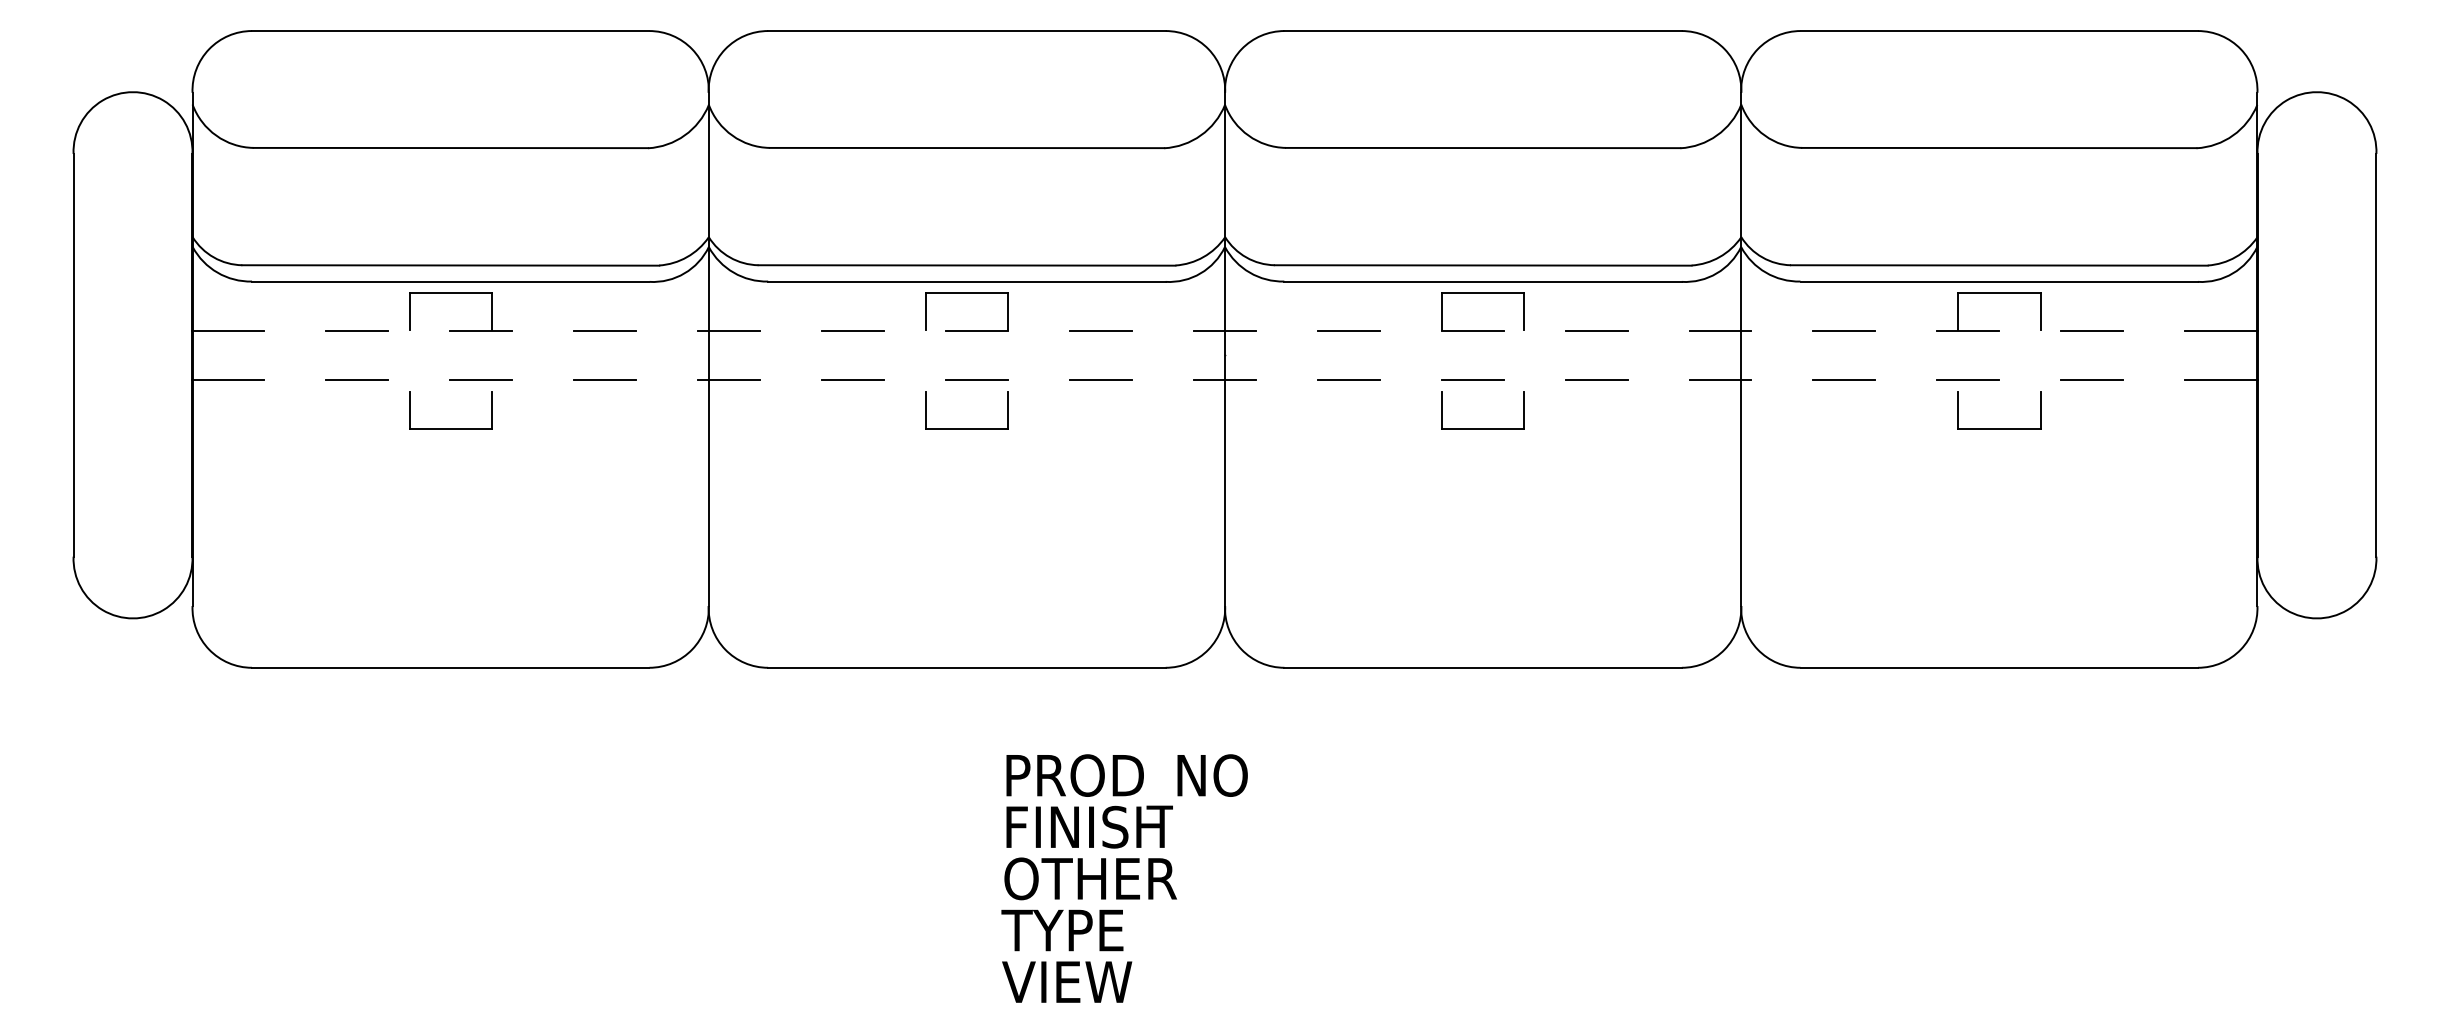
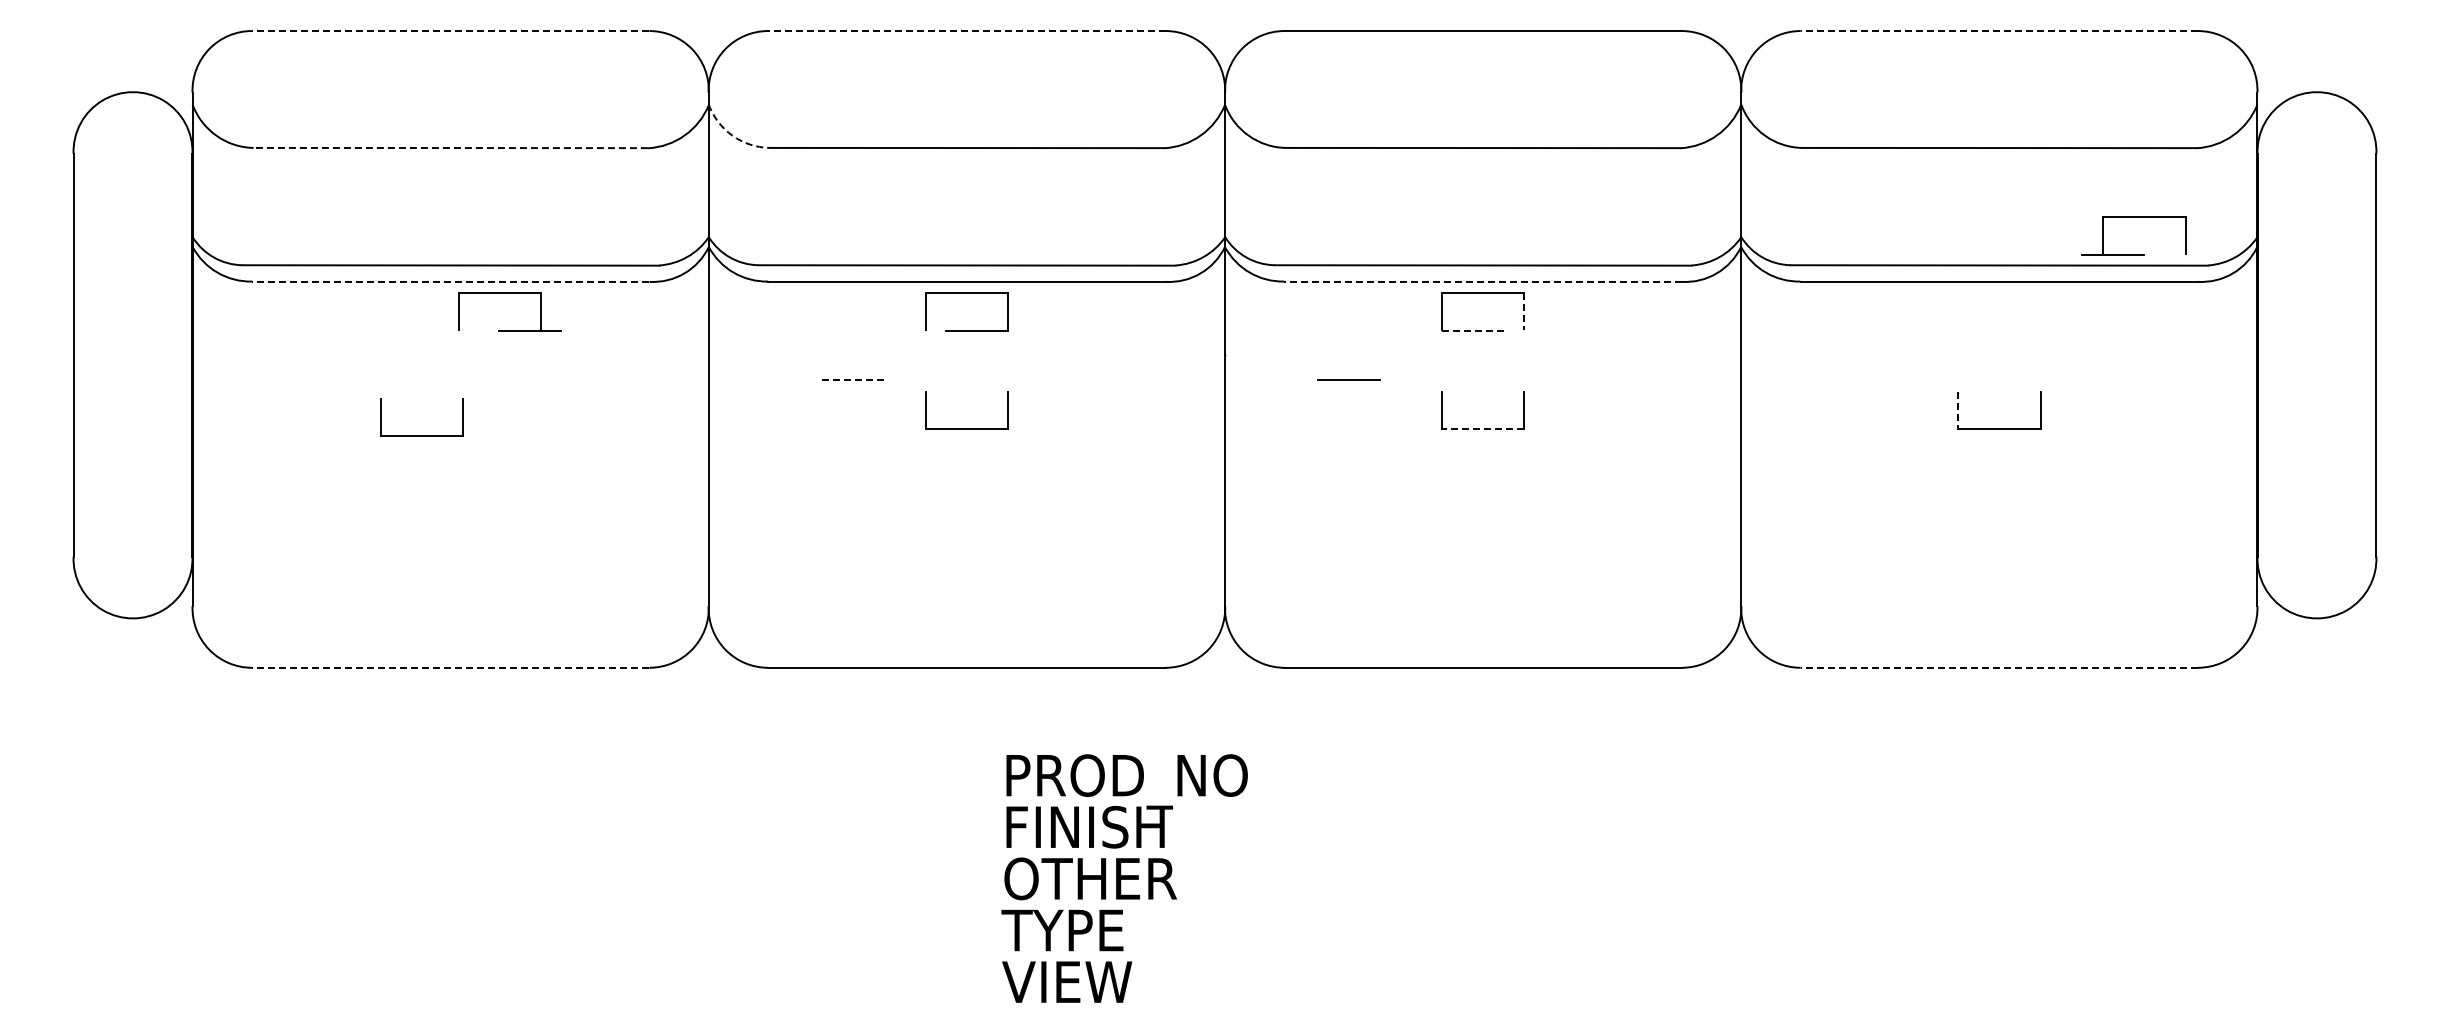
line at (450, 31): solid -> dashed
line at (966, 31): solid -> dashed
line at (1999, 31): solid -> dashed
arc at (732, 135): solid -> dashed
line at (450, 148): solid -> dashed
line at (450, 281): solid -> dashed
line at (1483, 281): solid -> dashed
part at (460, 293) position: (460, 293) -> (509, 293)
part at (1988, 293) position: (1988, 293) -> (2133, 217)
line at (1524, 311): solid -> dashed
line at (228, 330): present -> none
line at (357, 330): present -> none
line at (605, 330): present -> none
line at (729, 330): present -> none
line at (853, 330): present -> none
line at (1100, 330): present -> none
line at (1224, 330): present -> none
line at (1348, 330): present -> none
line at (1472, 330): solid -> dashed
line at (1596, 330): present -> none
line at (1720, 330): present -> none
line at (1844, 330): present -> none
line at (2092, 330): present -> none
line at (2221, 330): present -> none
line at (228, 379): present -> none
line at (357, 379): present -> none
line at (481, 379): present -> none
line at (605, 379): present -> none
line at (729, 379): present -> none
line at (853, 379): solid -> dashed
line at (976, 379): present -> none
line at (1100, 379): present -> none
line at (1224, 379): present -> none
line at (1472, 379): present -> none
line at (1596, 379): present -> none
line at (1720, 379): present -> none
line at (1844, 379): present -> none
line at (1968, 379): present -> none
line at (2091, 379): present -> none
line at (2221, 379): present -> none
line at (1958, 410): solid -> dashed
part at (450, 428) position: (450, 428) -> (421, 435)
line at (1482, 429): solid -> dashed
line at (450, 667): solid -> dashed
line at (1999, 667): solid -> dashed
